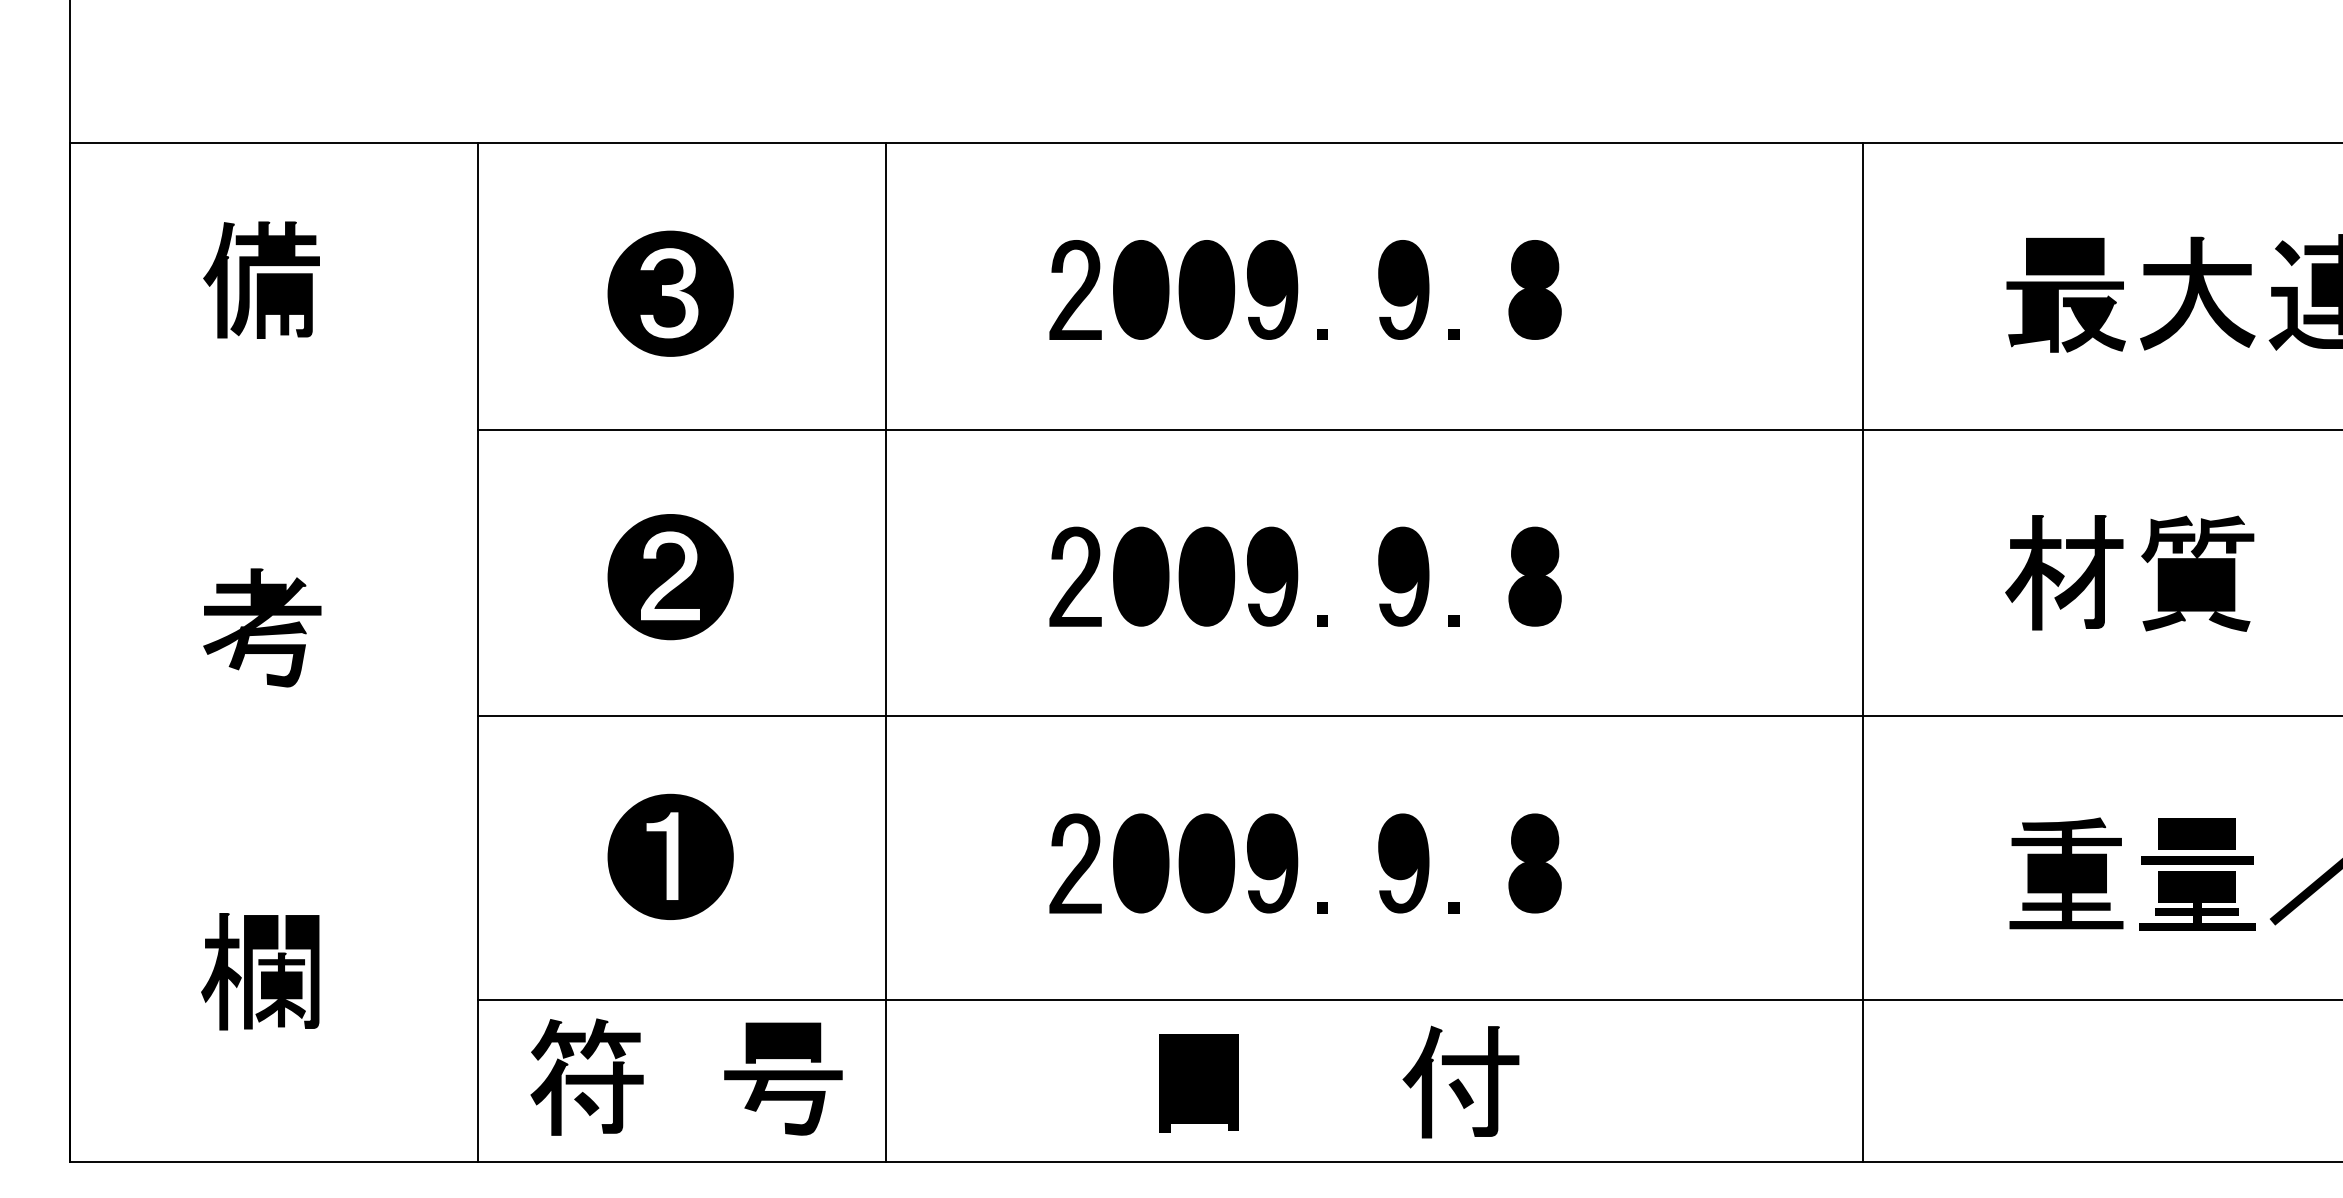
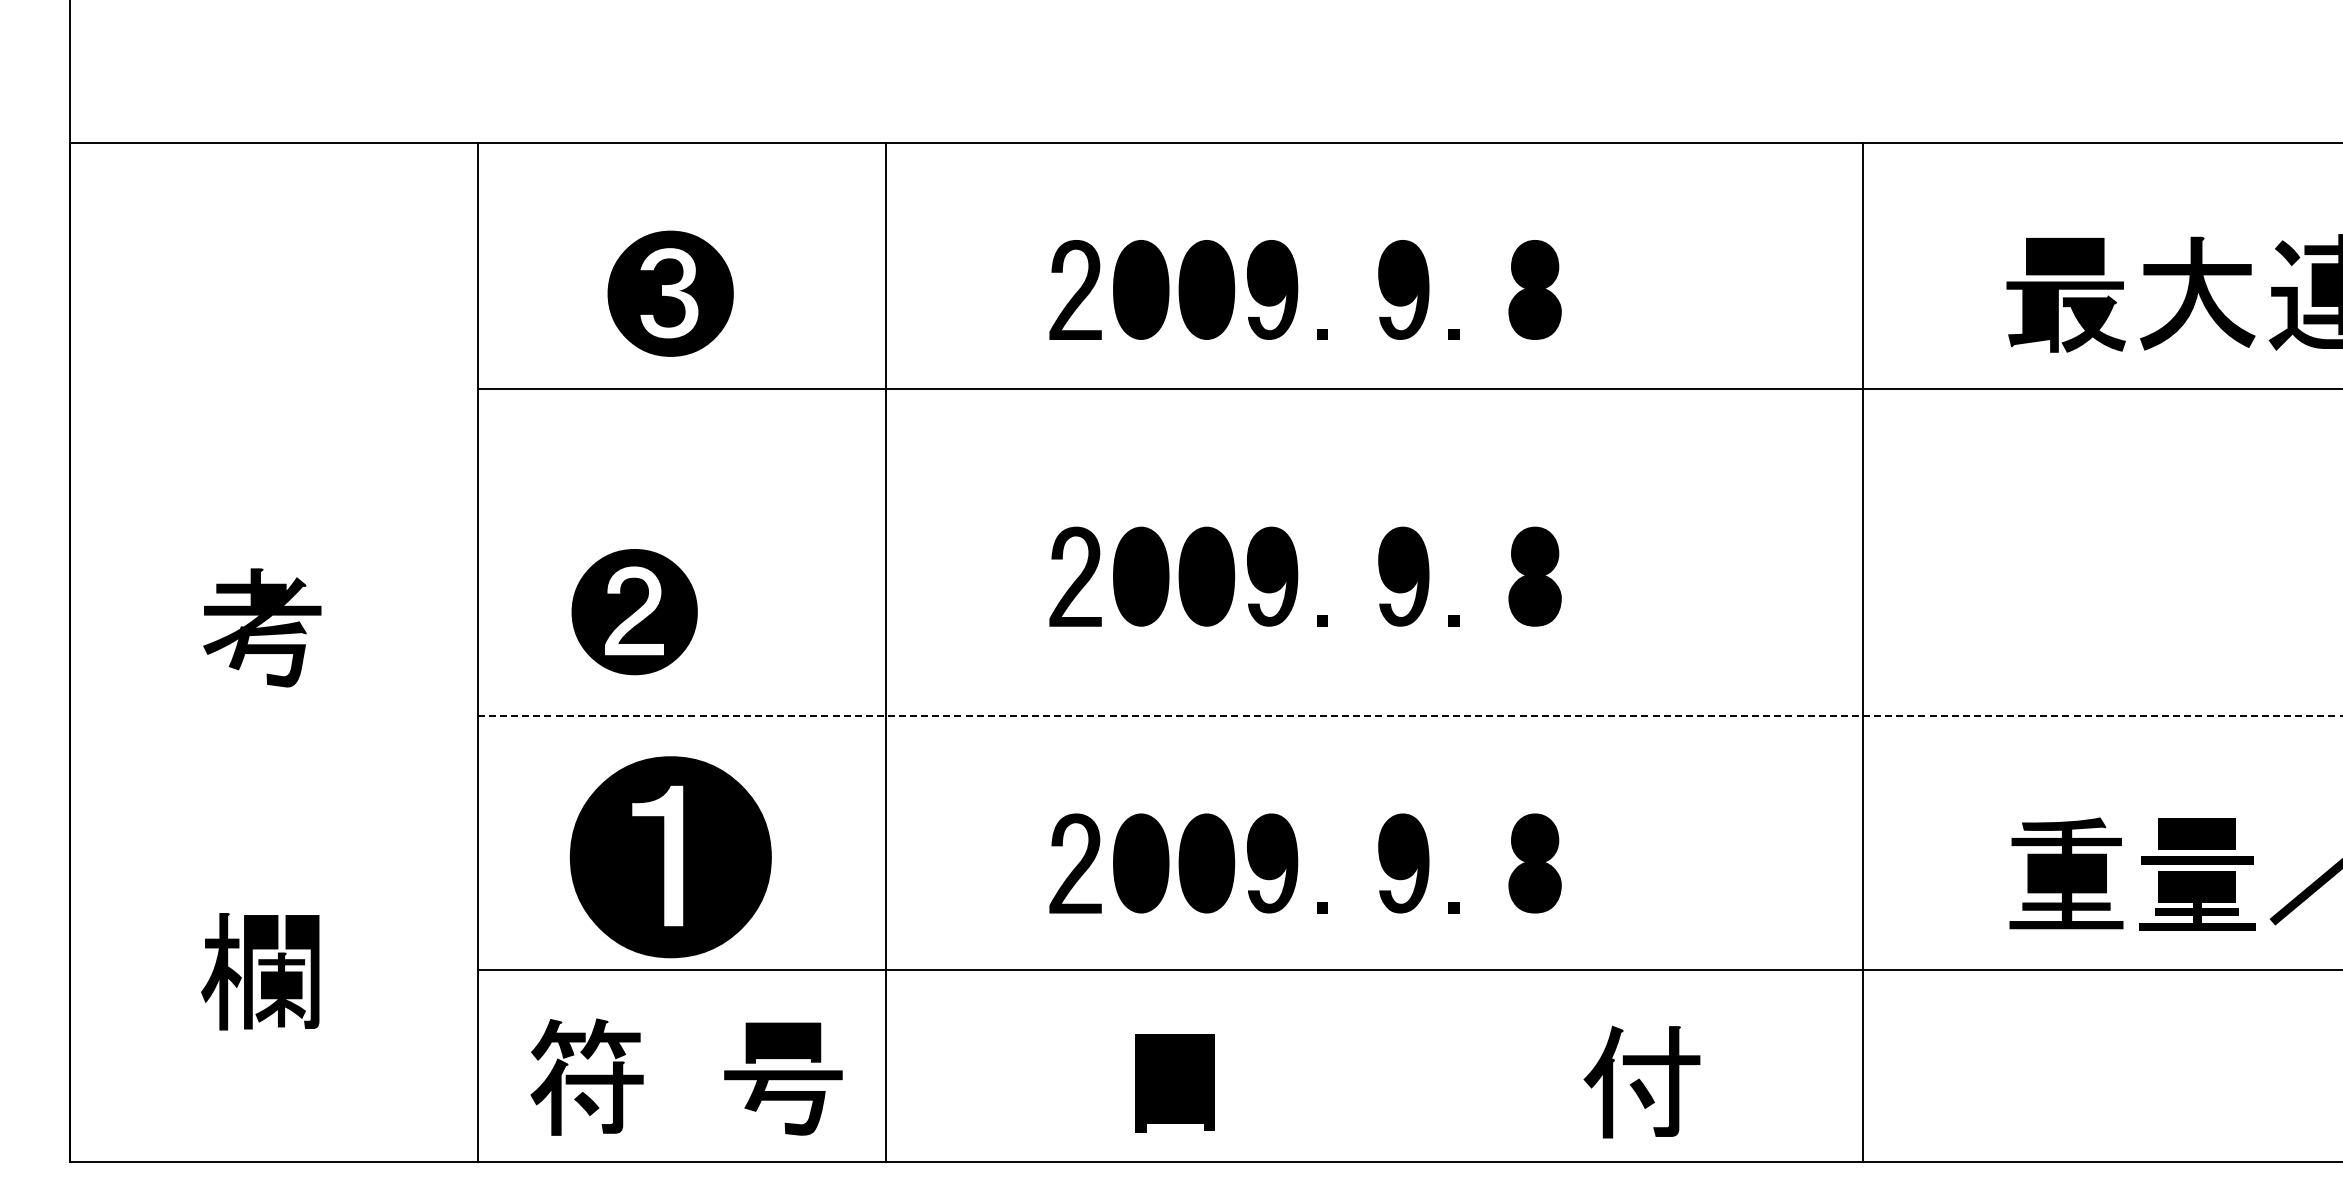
part at (261, 279): present -> none
line at (1408, 429) position: (1408, 429) -> (1408, 388)
part at (2144, 560): present -> none
part at (670, 577) position: (670, 577) -> (634, 612)
line at (1410, 716): solid -> dashed
part at (670, 856) size: 127x127 px -> 203x203 px
line at (1408, 999) position: (1408, 999) -> (1408, 969)
part at (1460, 1081) position: (1460, 1081) -> (1641, 1081)
part at (1198, 1083) position: (1198, 1083) -> (1174, 1083)
